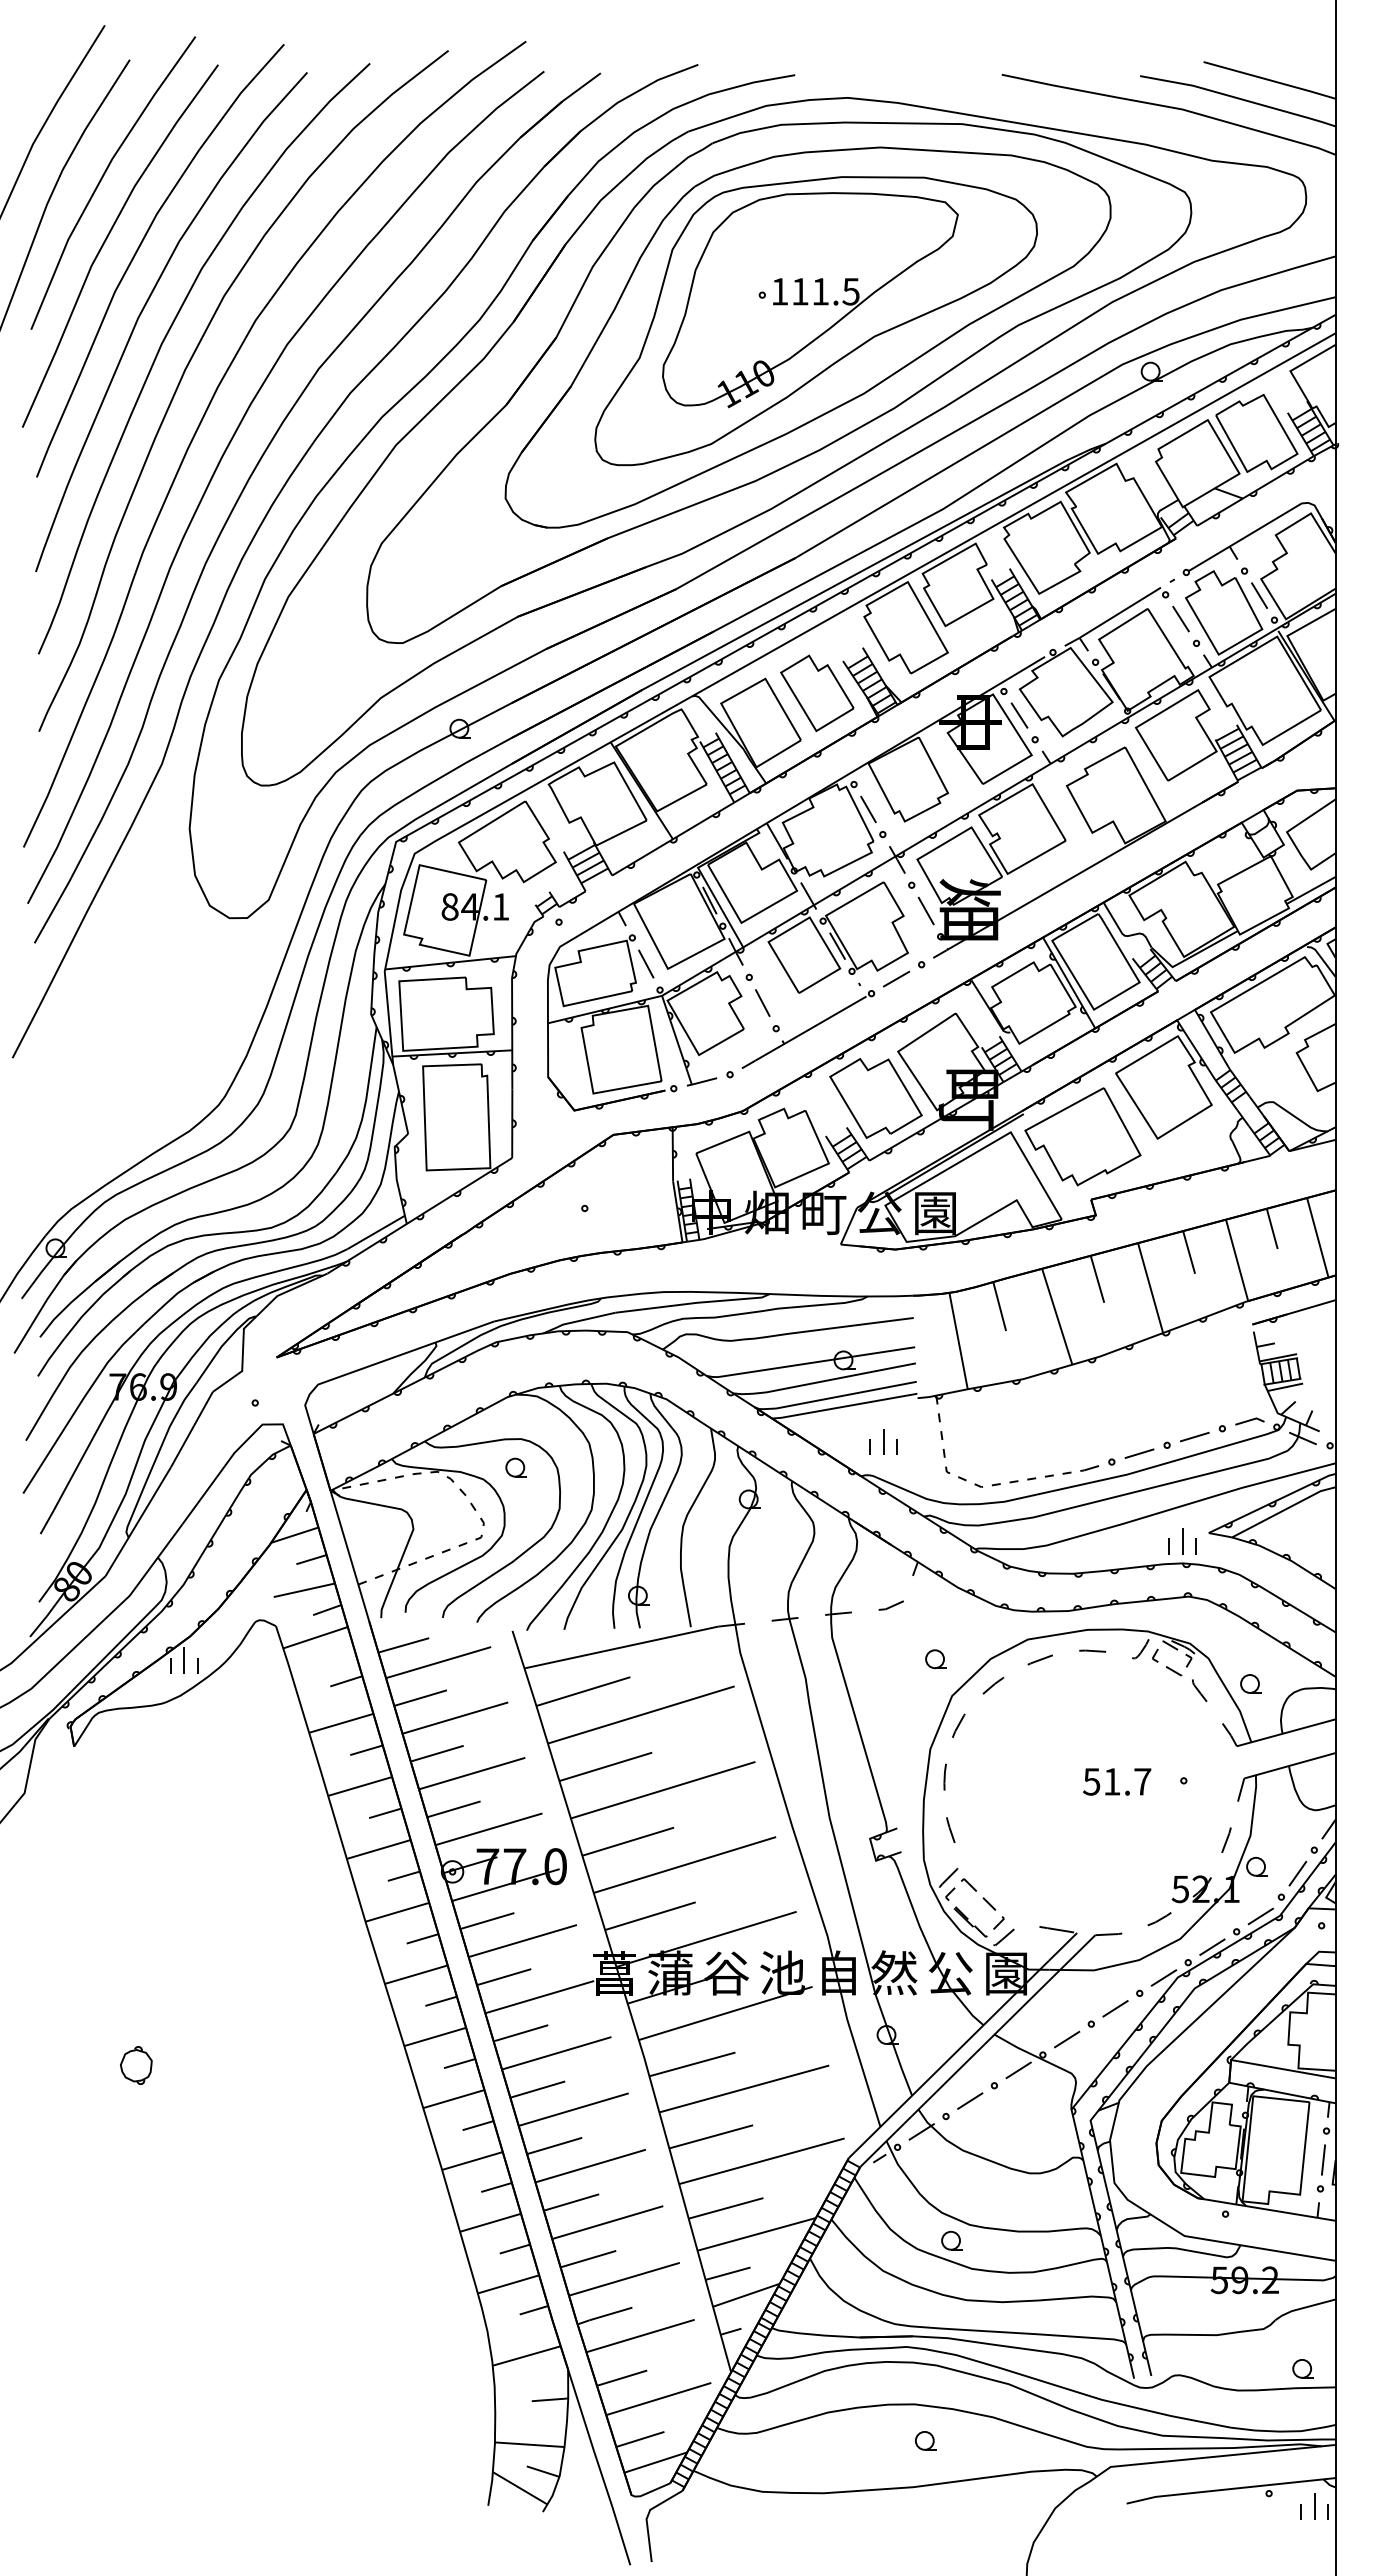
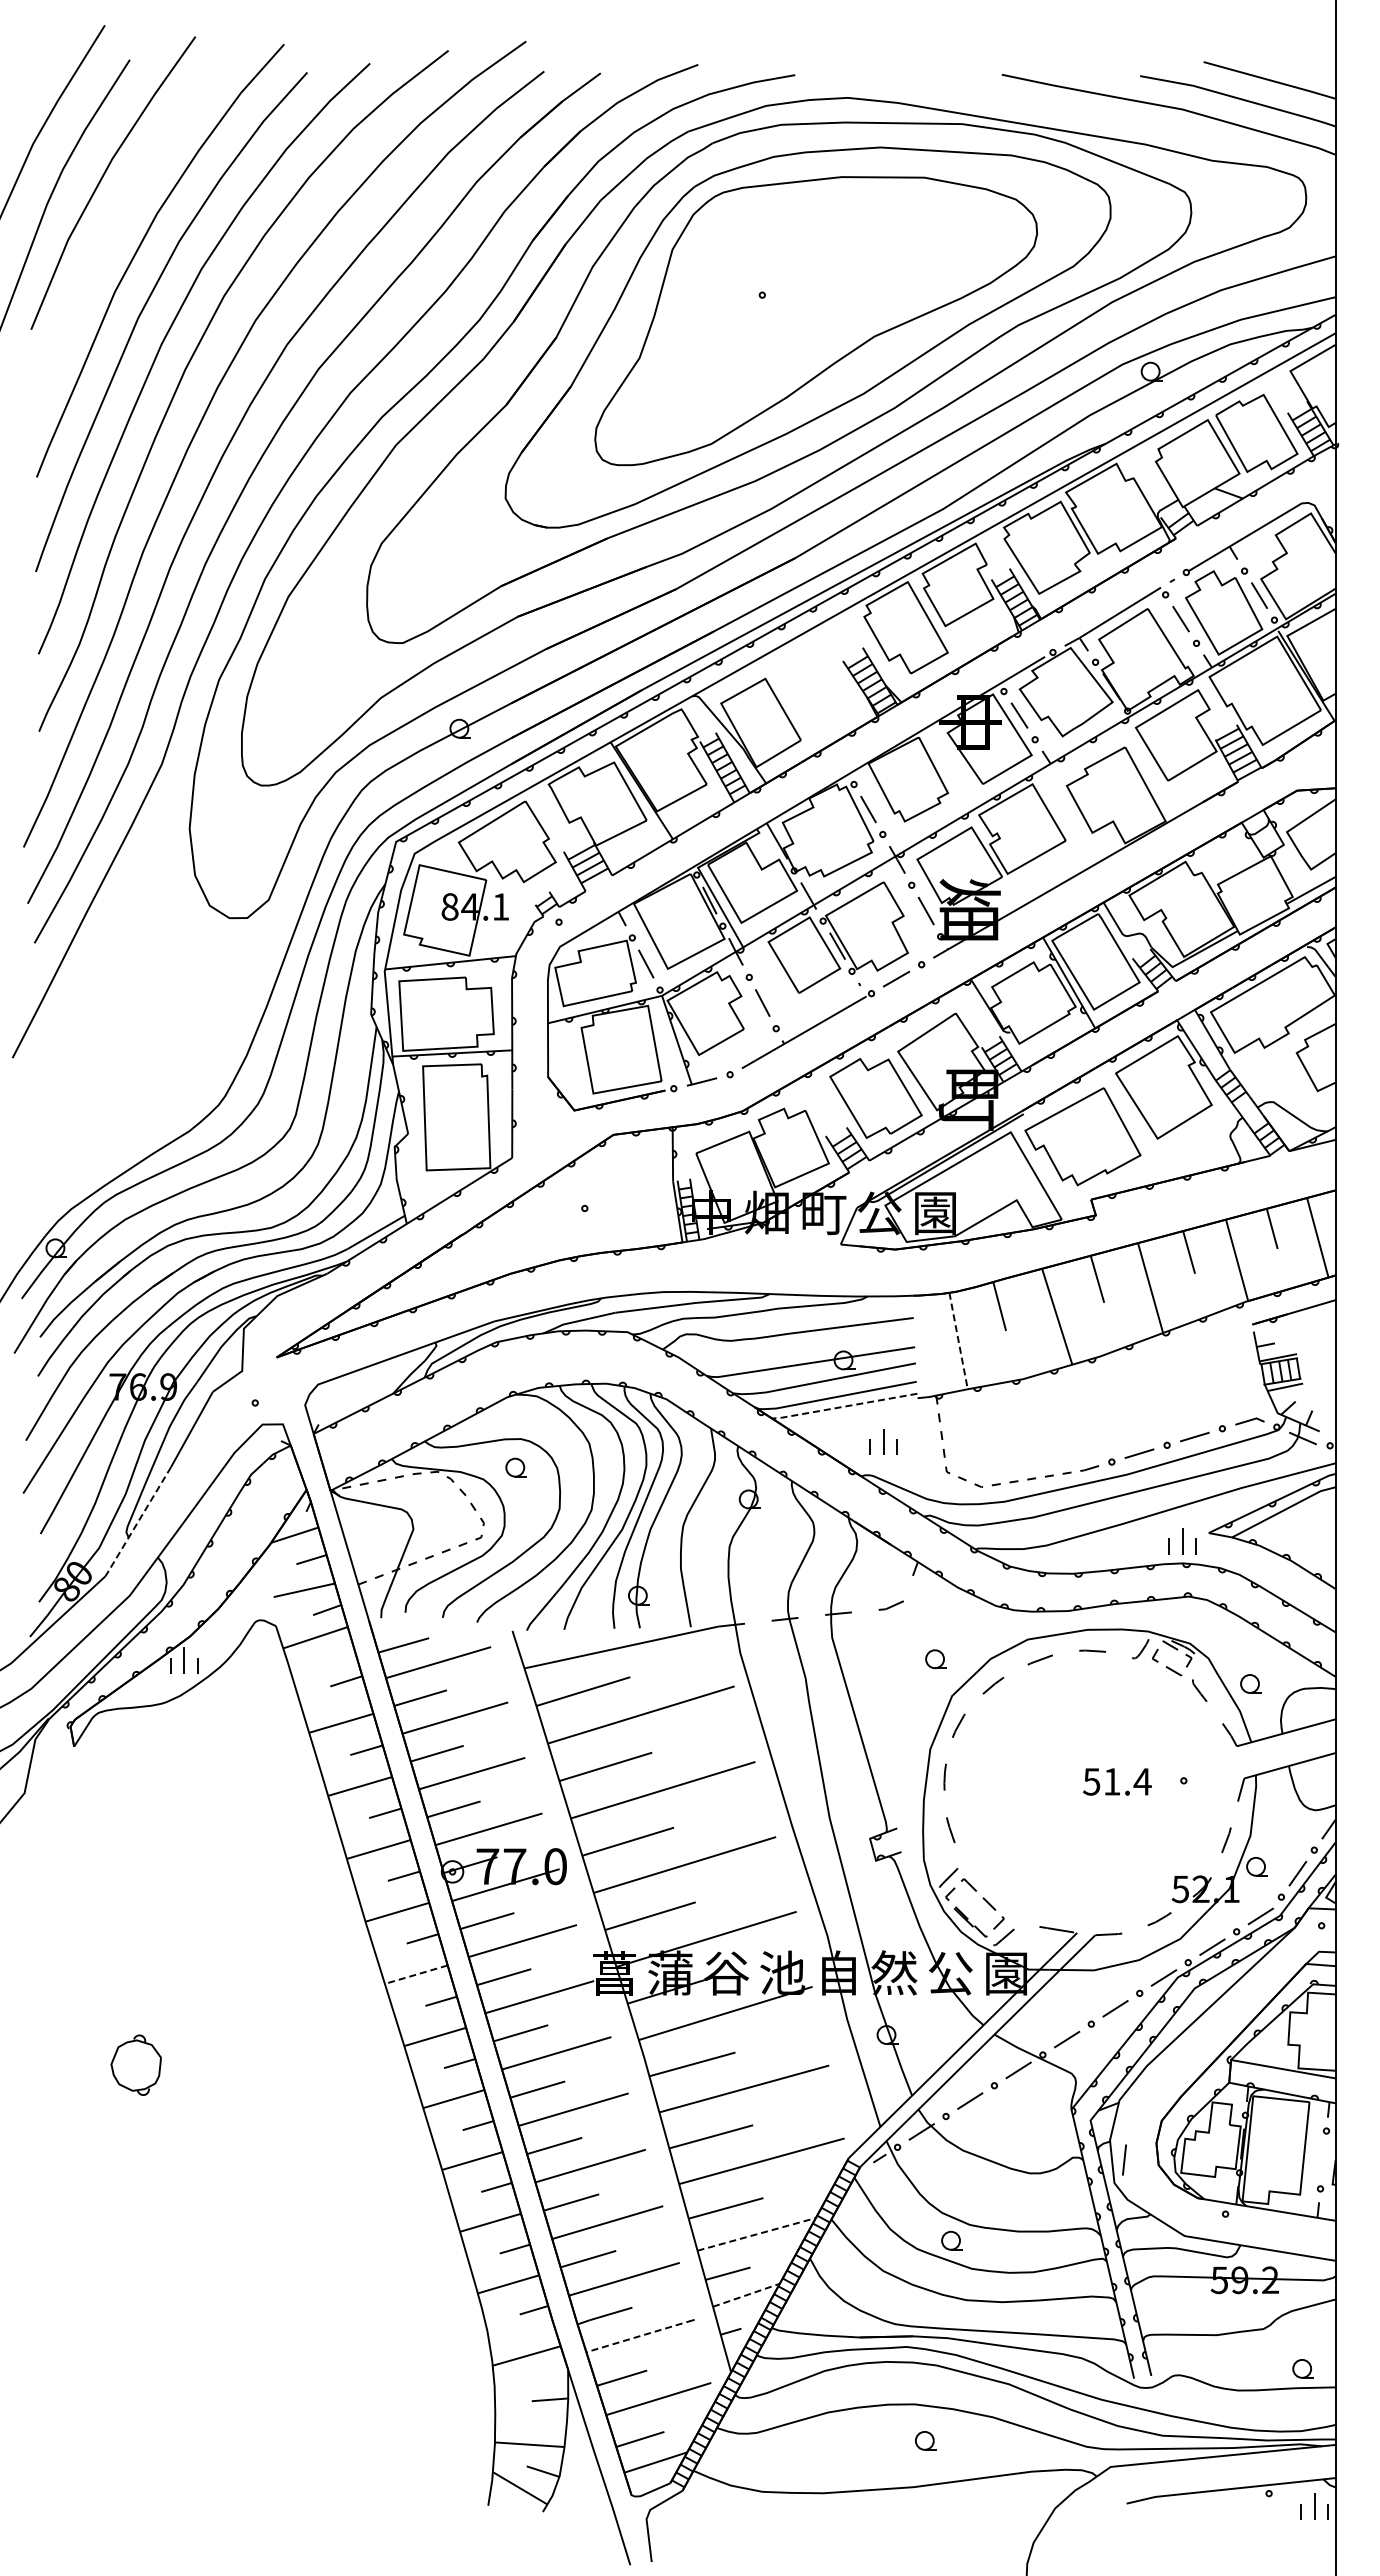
curve at (107, 238): present -> none
part at (810, 300): present -> none
part at (817, 693): present -> none
line at (958, 1341): solid -> dashed
line at (843, 1406): solid -> dashed
line at (138, 1521): solid -> dashed
text at (1142, 1781): 51.7 -> 51.4
line at (416, 1974): solid -> dashed
part at (136, 2065) size: 33x40 px -> 52x62 px
line at (1323, 2159) position: (1323, 2159) -> (1124, 2159)
line at (757, 2234): solid -> dashed
line at (746, 2295): solid -> dashed
line at (639, 2336): solid -> dashed
